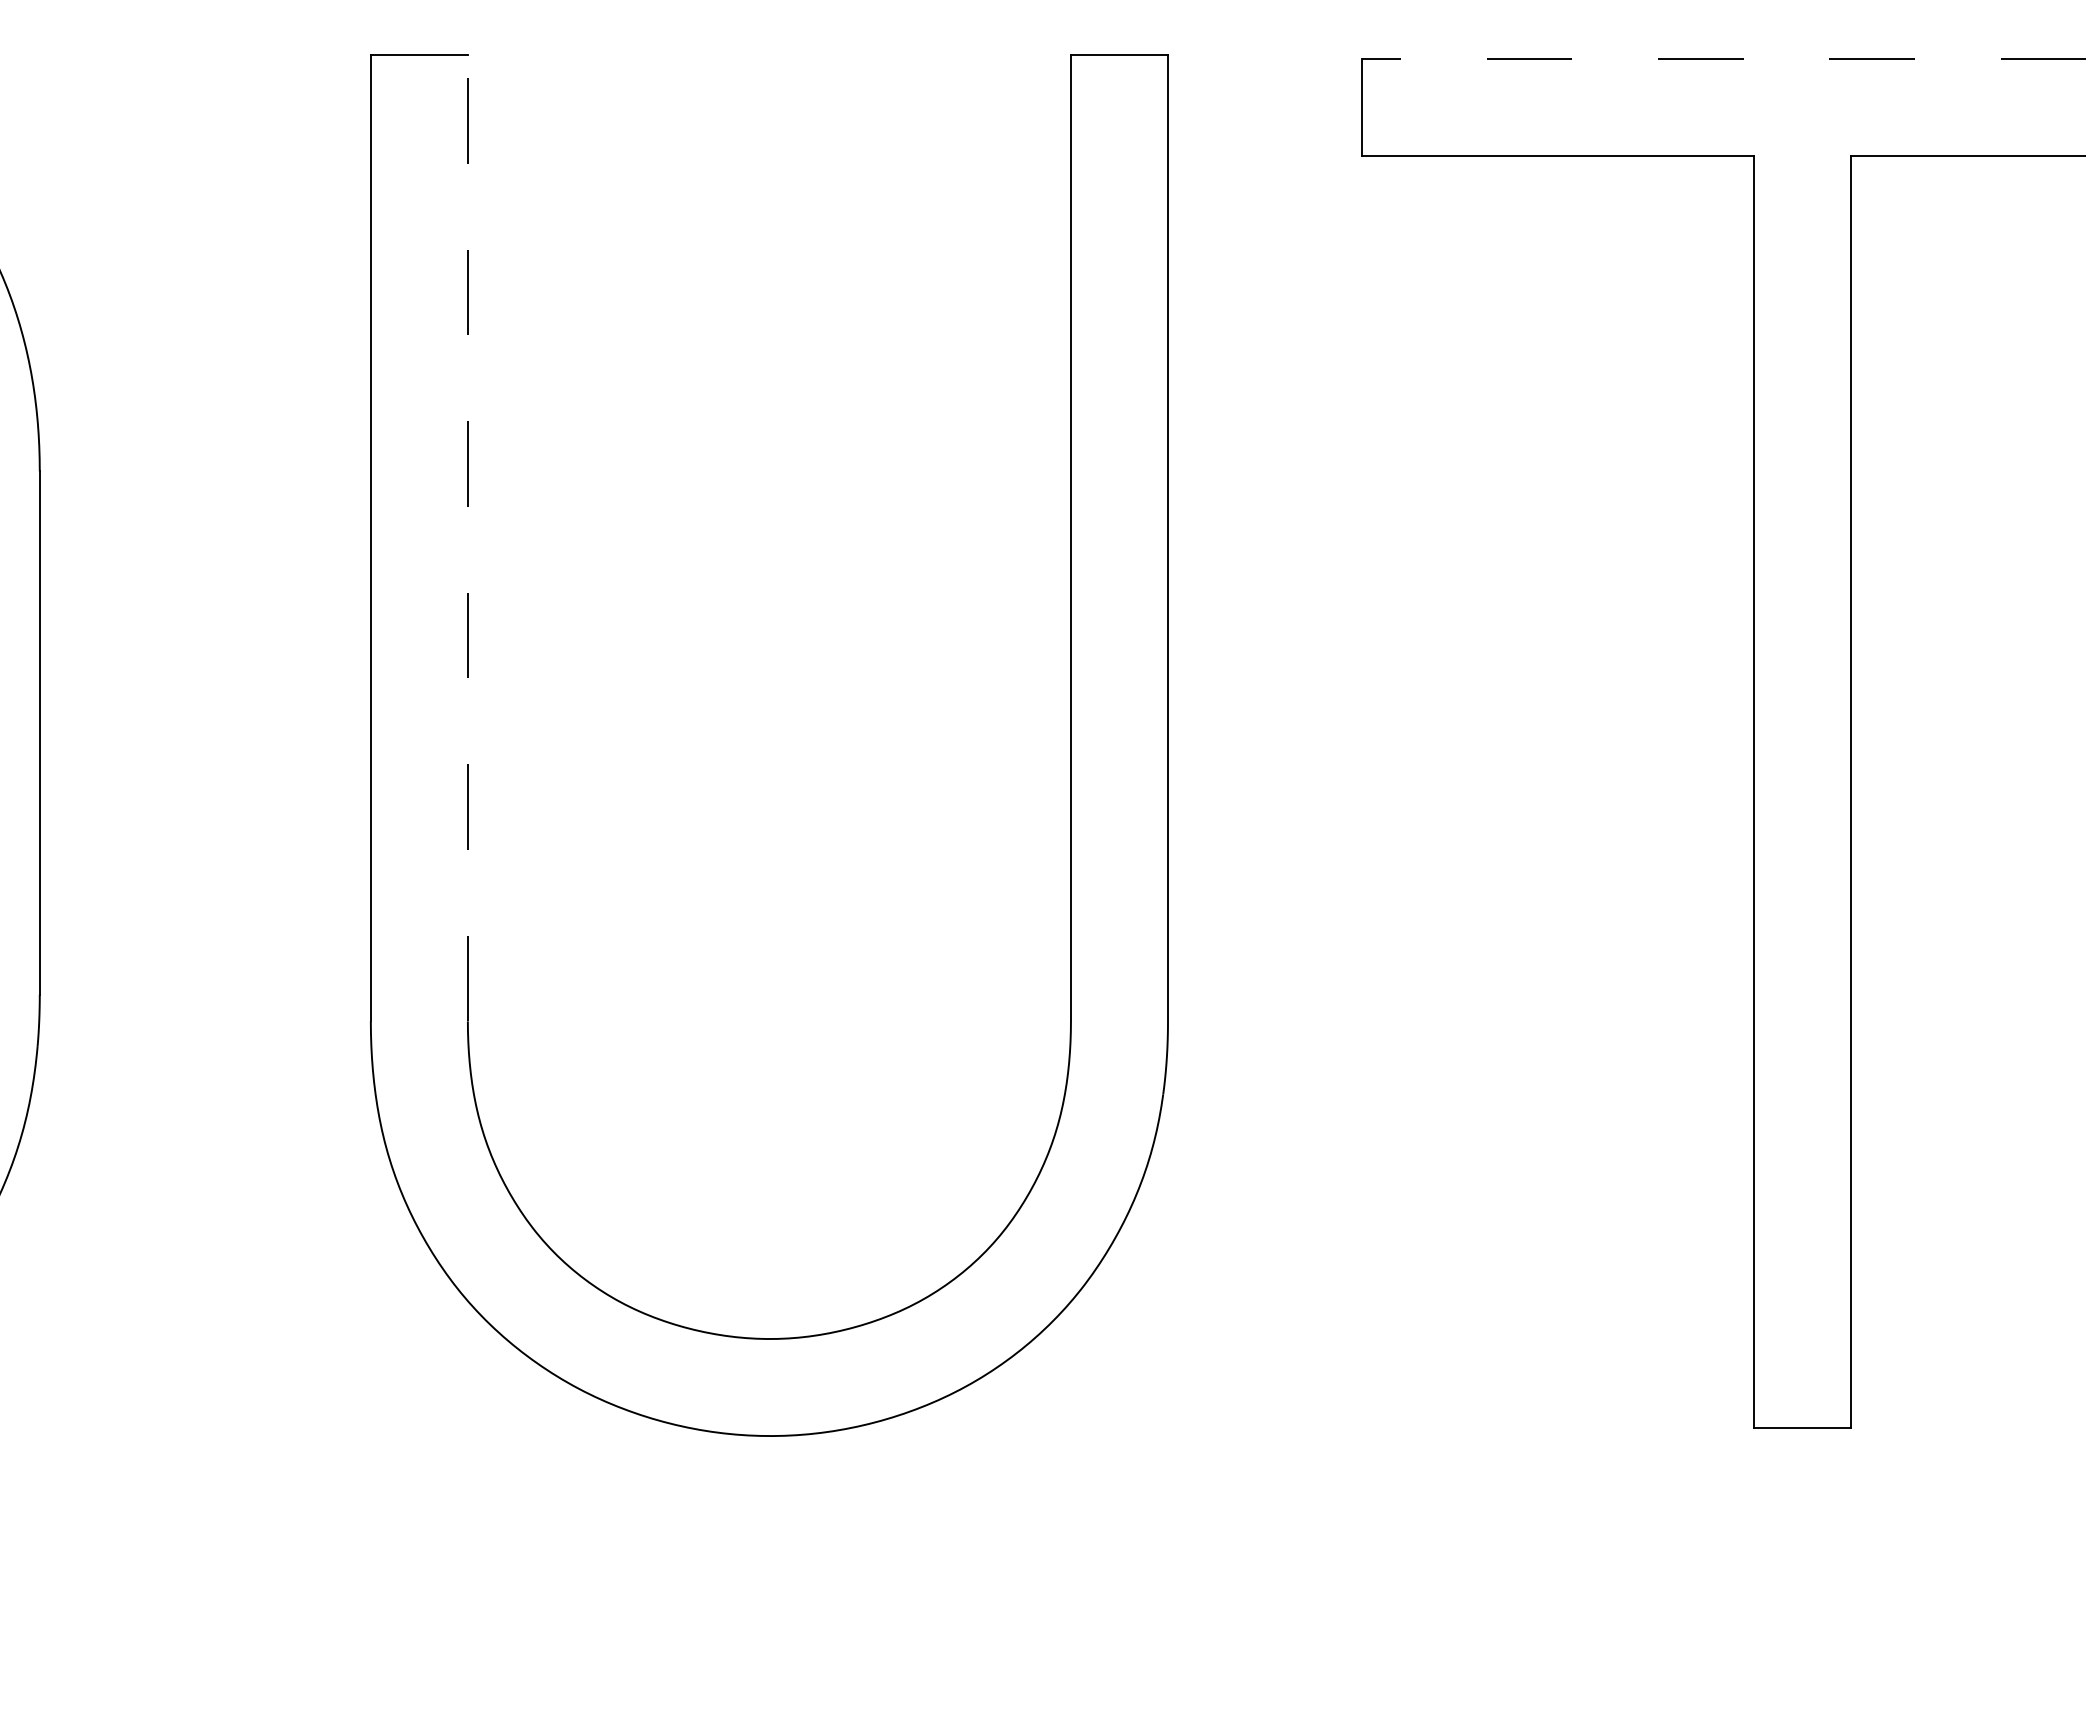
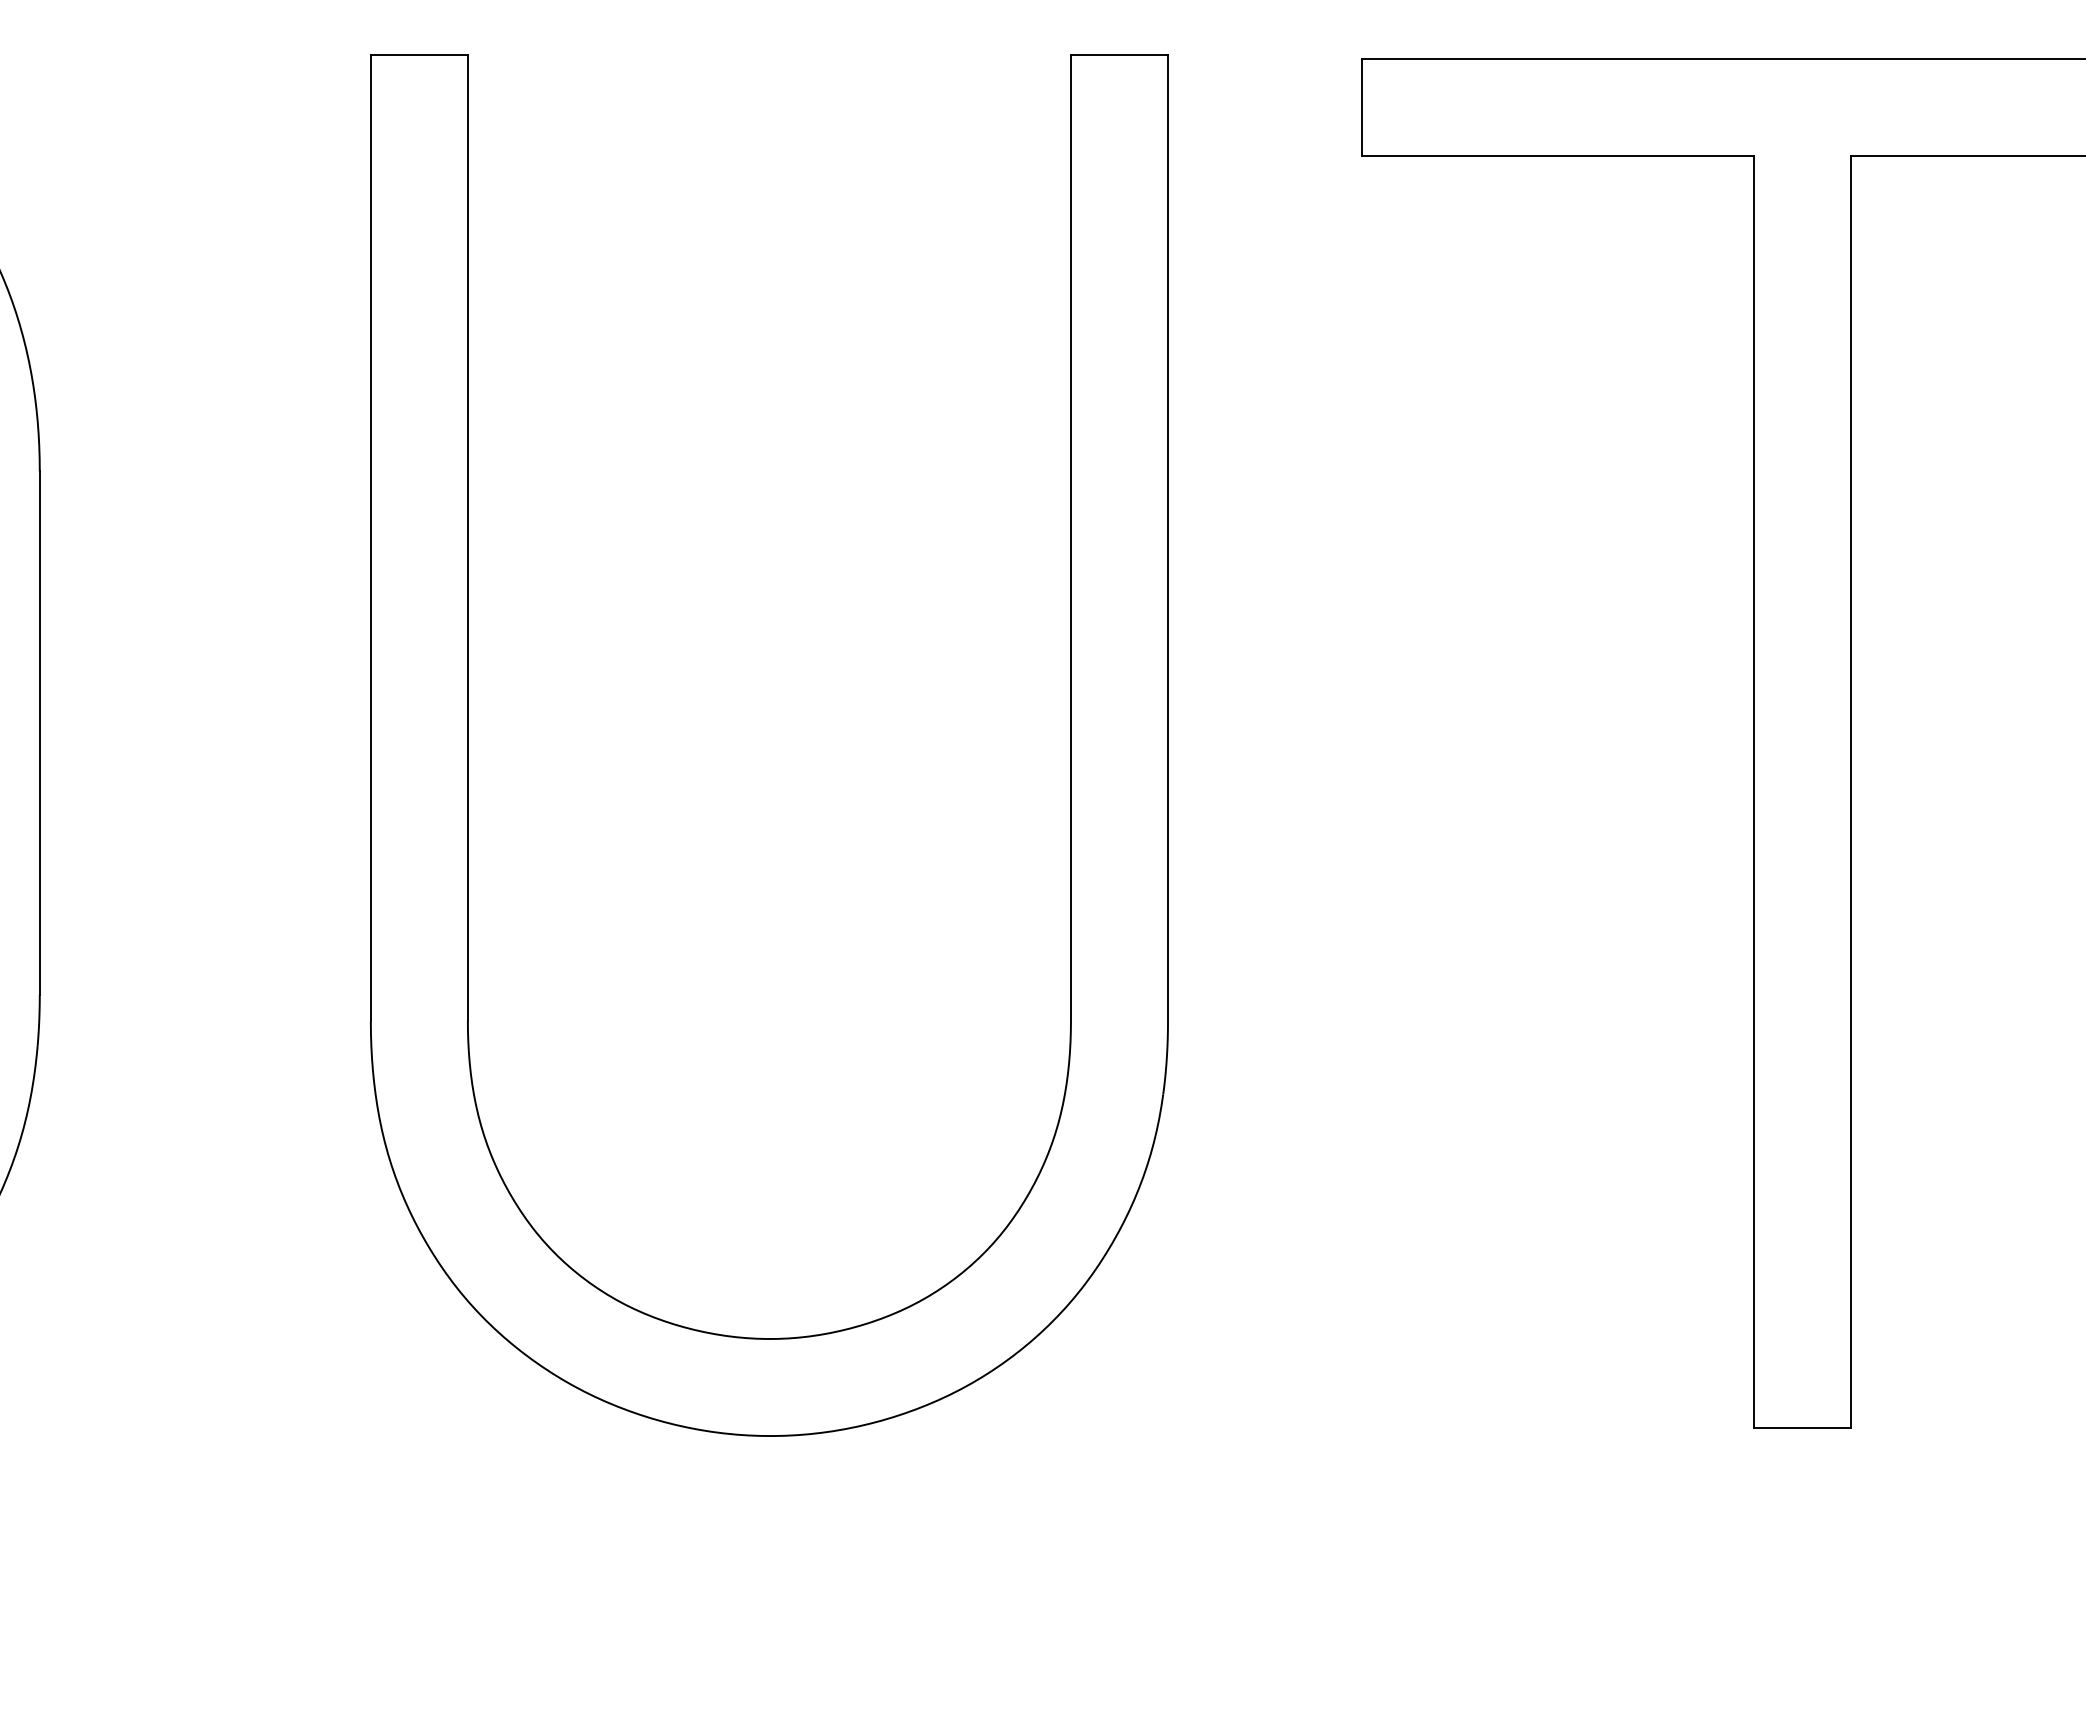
line at (1723, 58): dashed -> solid
line at (467, 537): dashed -> solid
